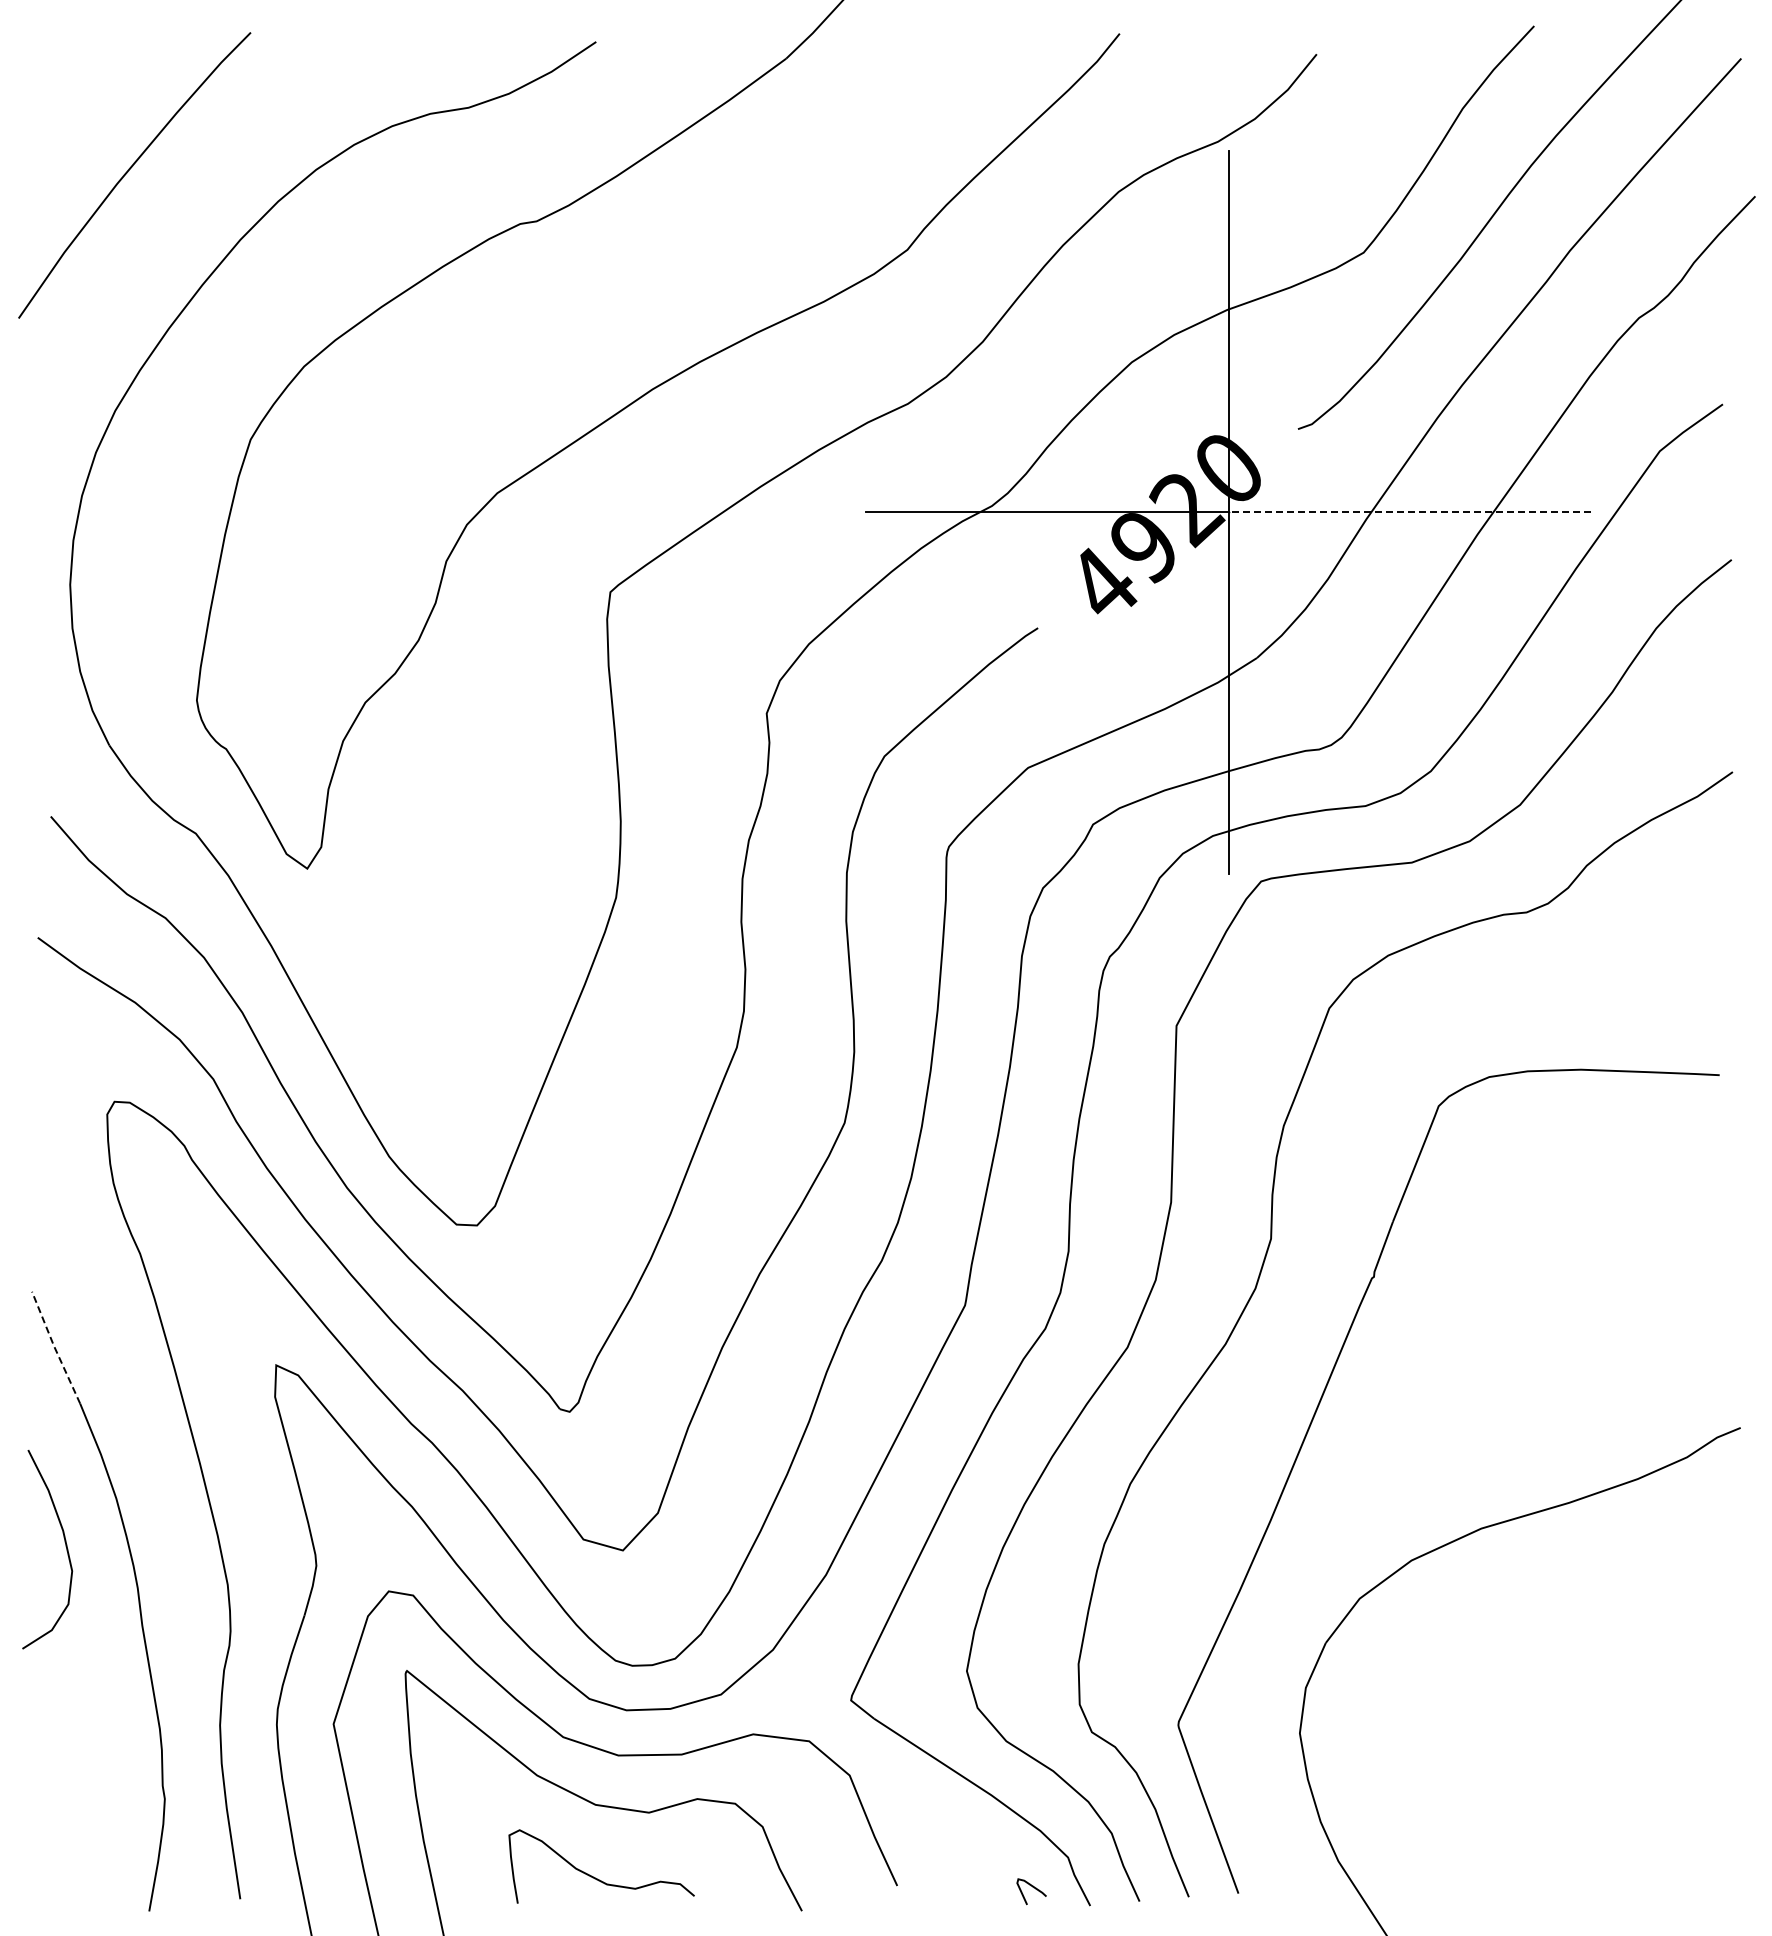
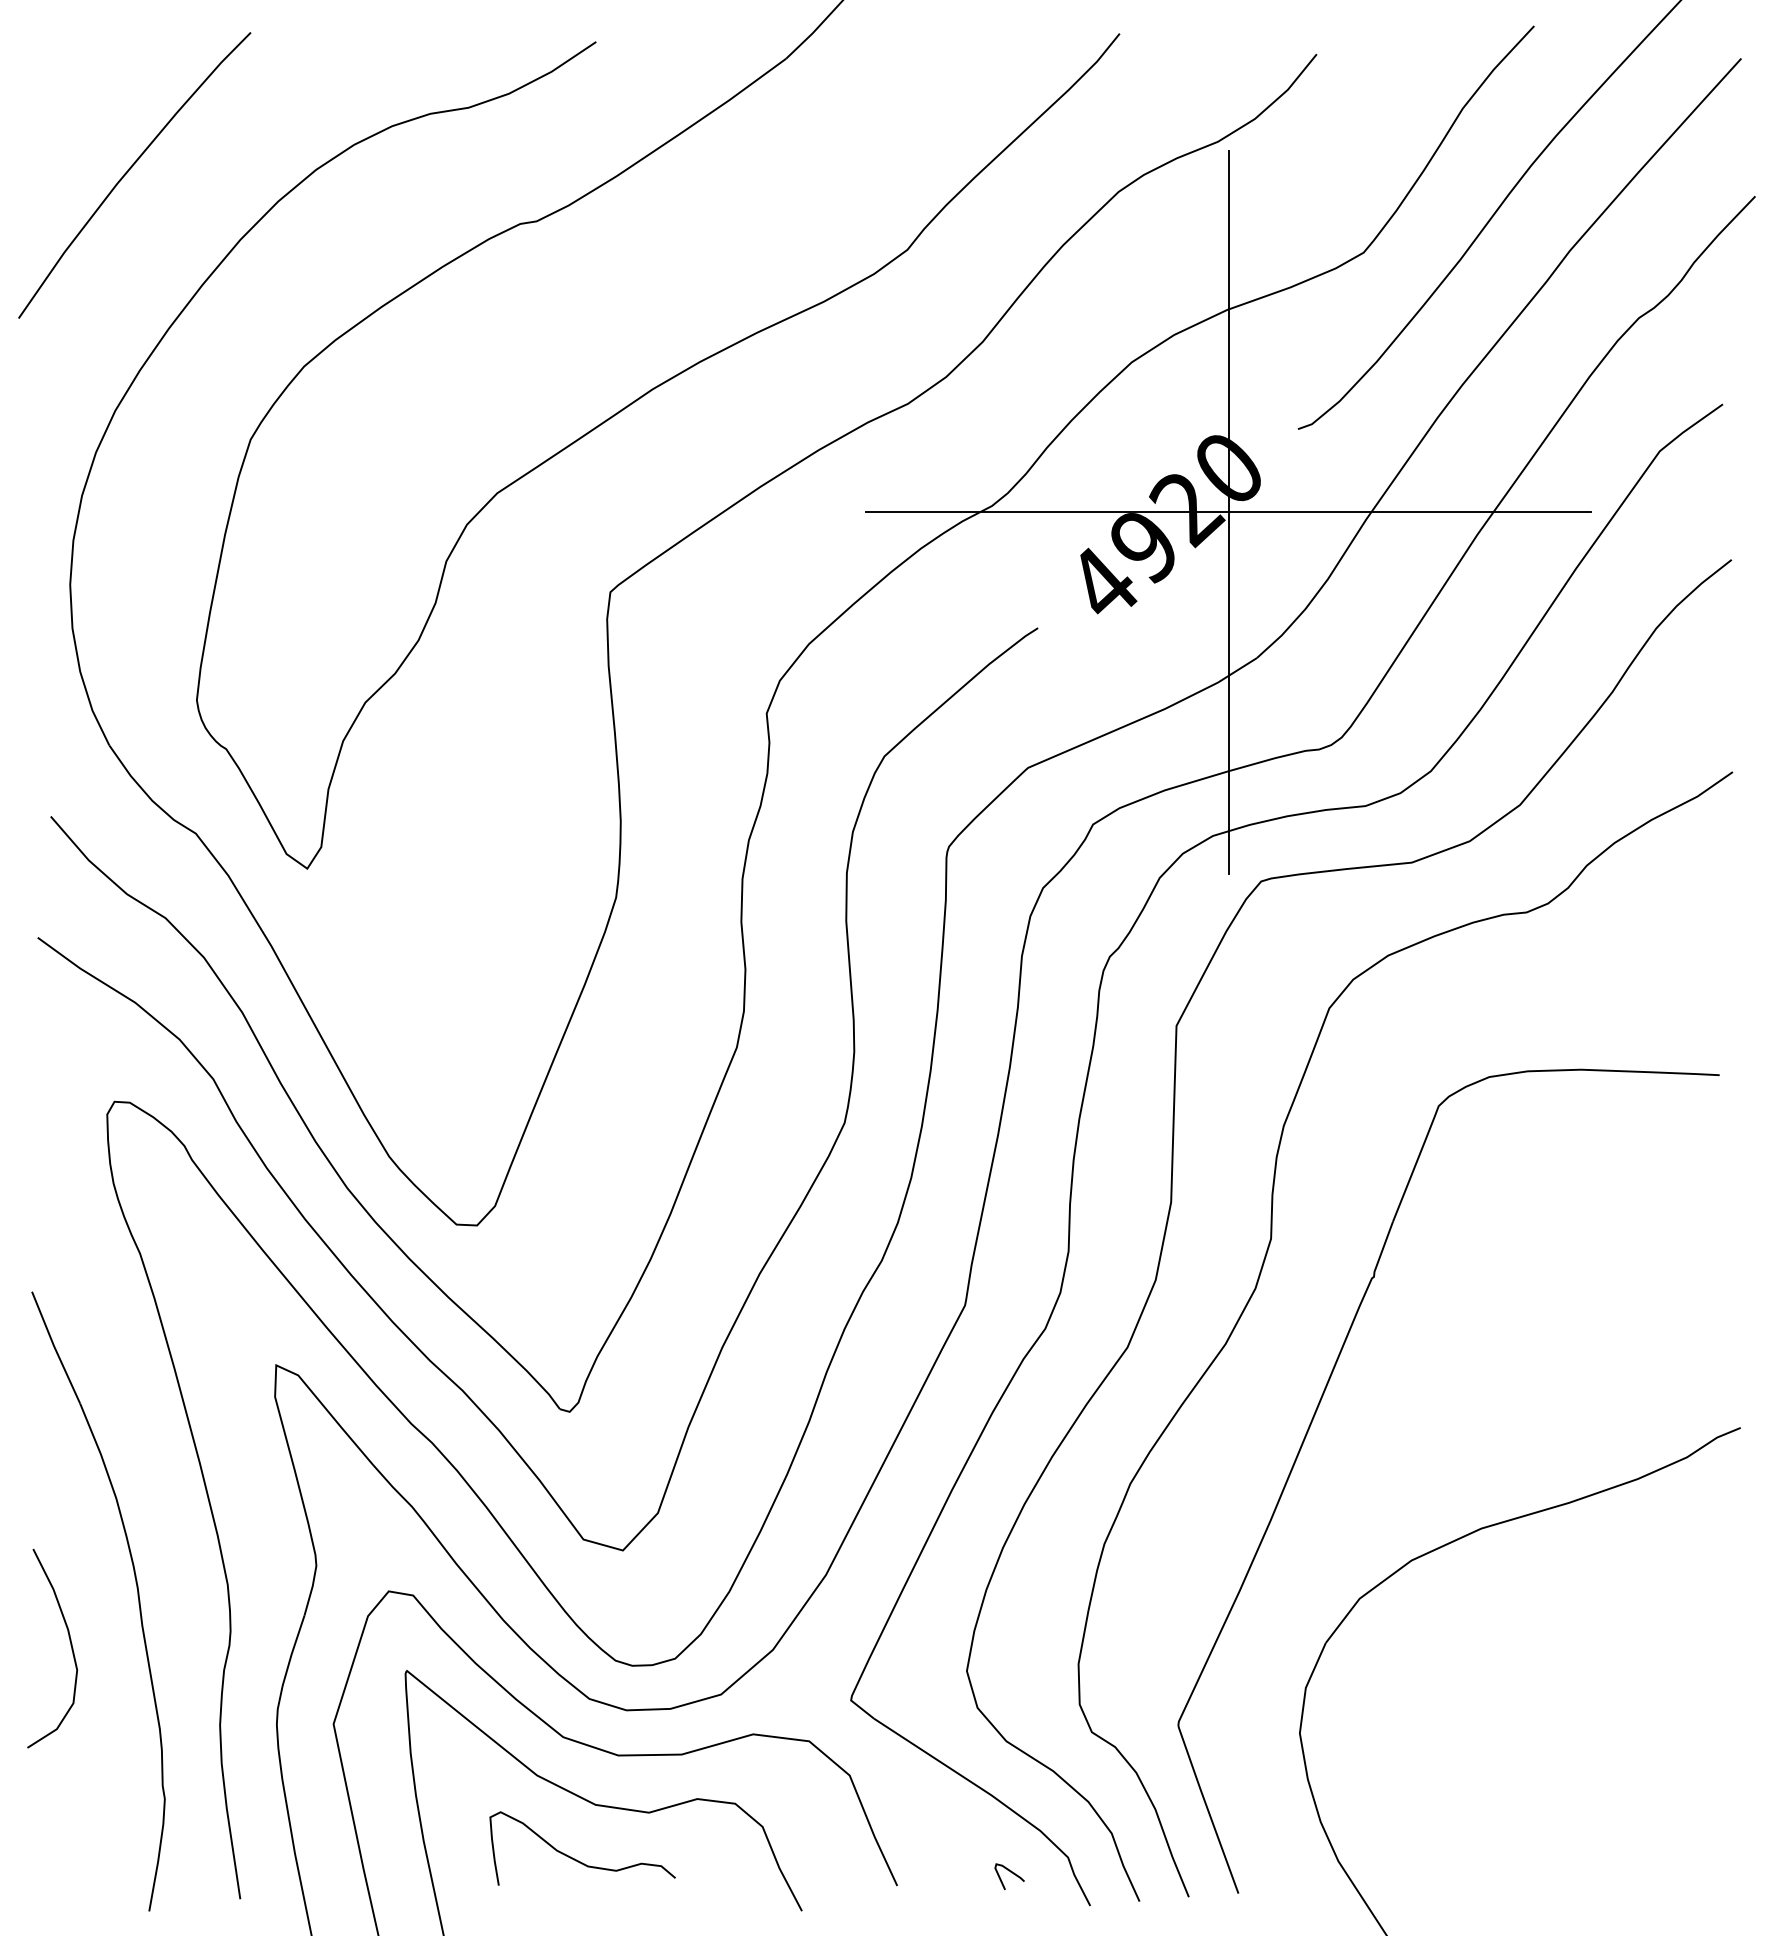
line at (1409, 512): dashed -> solid
line at (54, 1348): dashed -> solid
curve at (65, 1546) position: (65, 1546) -> (70, 1645)
curve at (595, 1877) position: (595, 1877) -> (576, 1859)
curve at (1032, 1887) position: (1032, 1887) -> (1010, 1872)
